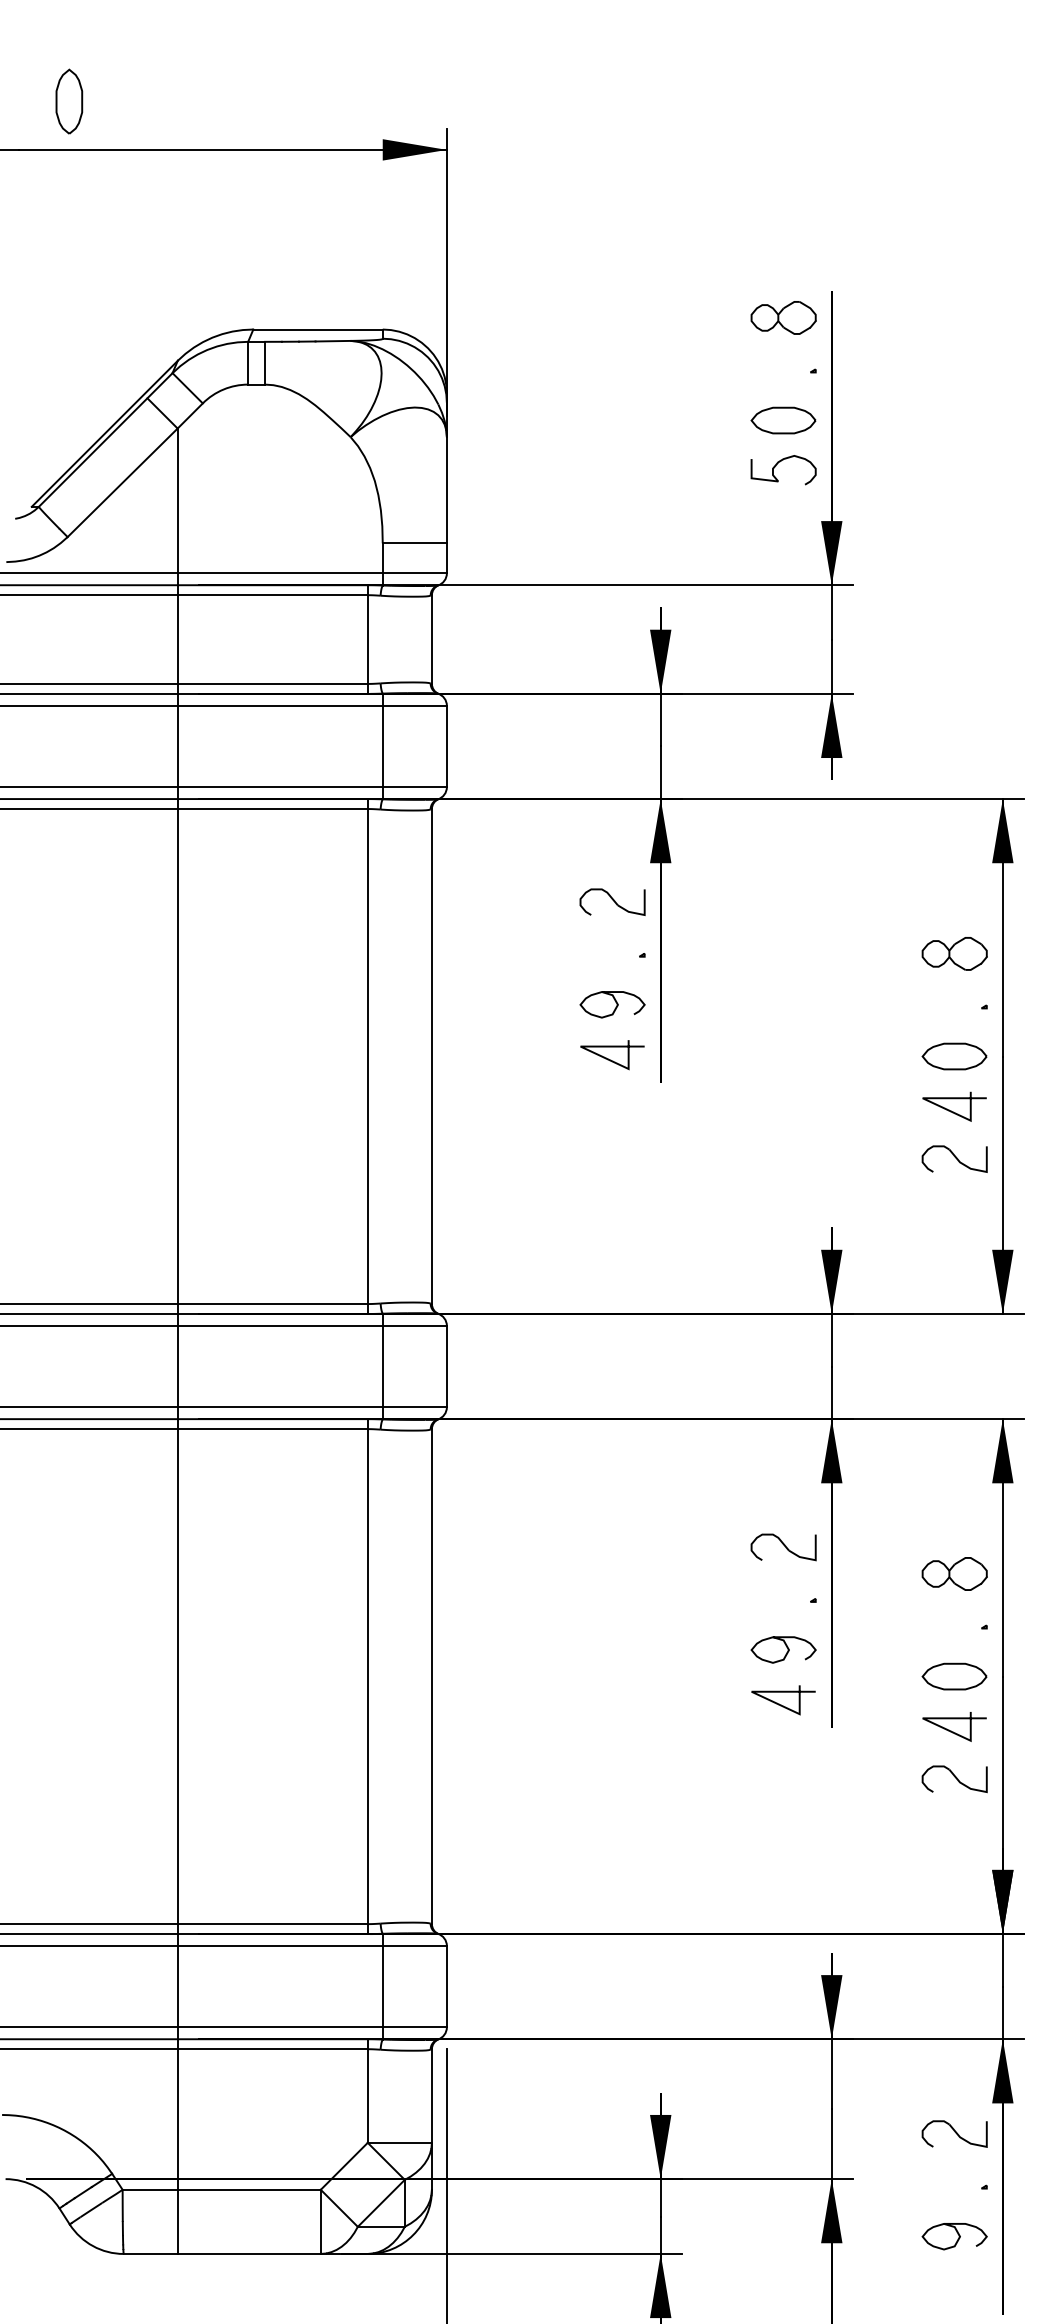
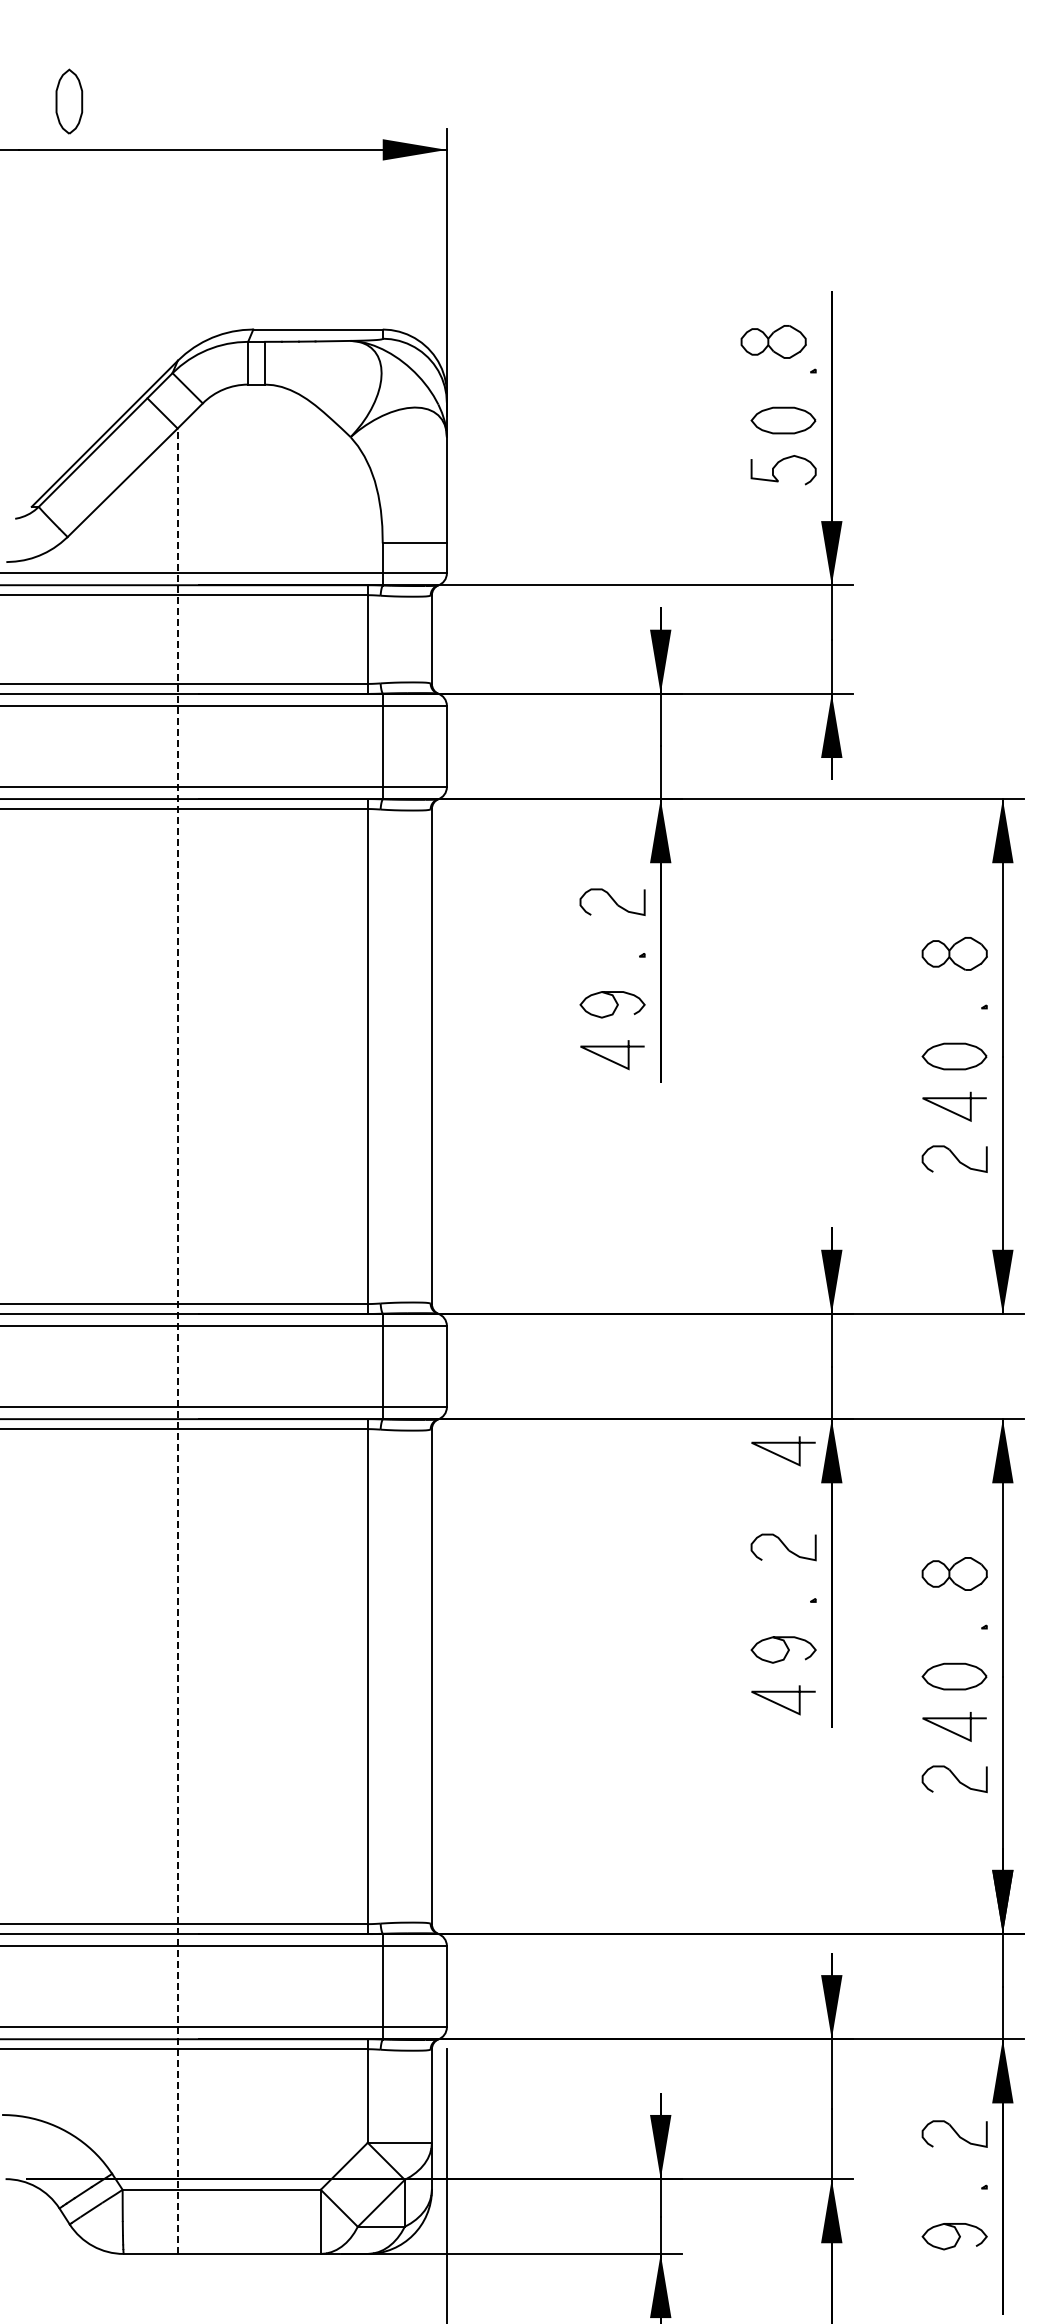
part at (783, 317) position: (783, 317) -> (773, 341)
line at (177, 1341): solid -> dashed
line at (781, 1455): none -> present
